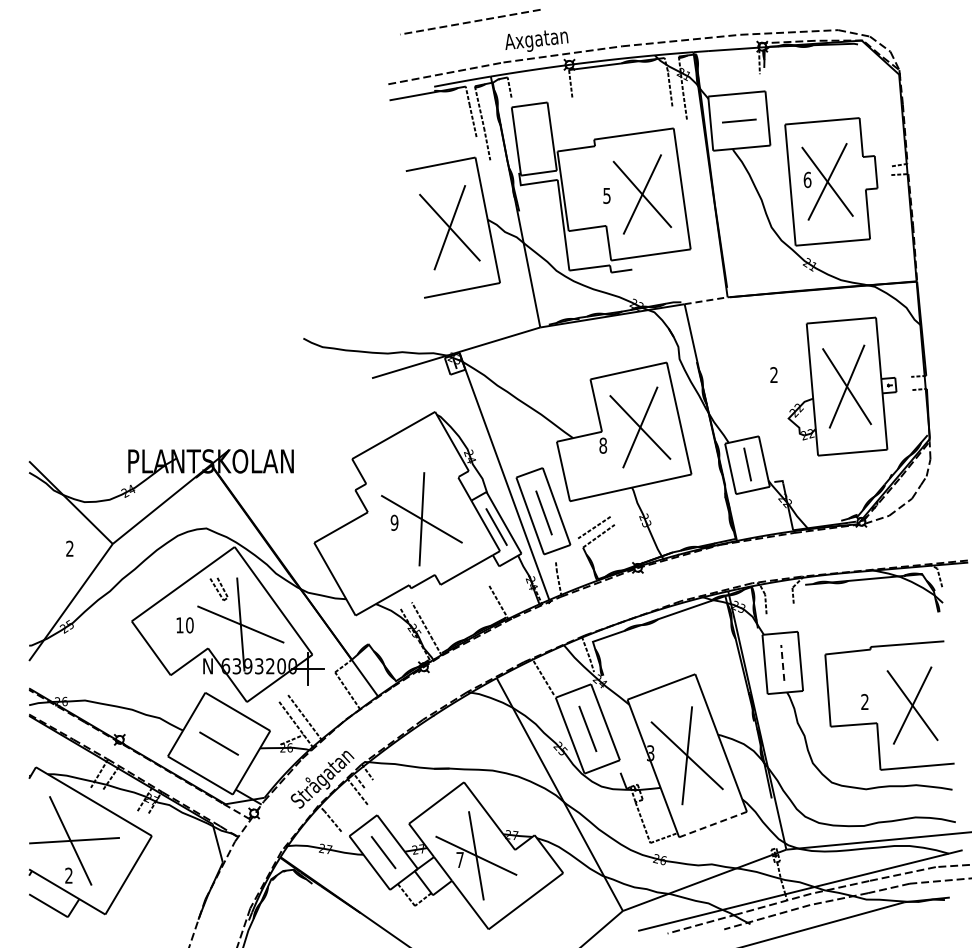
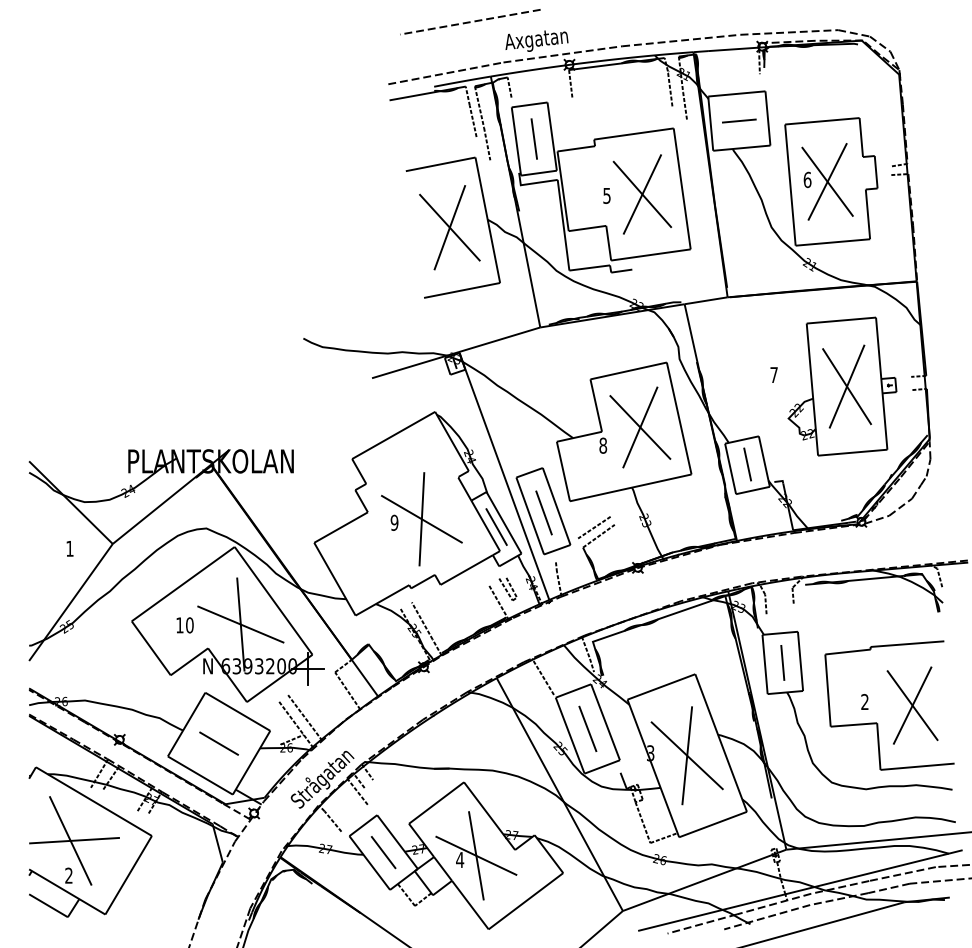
line at (533, 138): none -> present
line at (706, 300): dashed -> solid
text at (773, 374): 2 -> 7
text at (69, 548): 2 -> 1
part at (218, 589) position: (218, 589) -> (507, 589)
line at (782, 662): dashed -> solid
line at (713, 824): dashed -> solid
text at (460, 859): 7 -> 4
